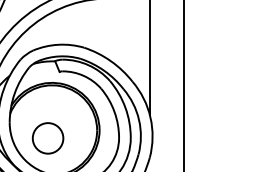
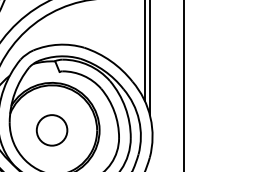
line at (144, 51): none -> present
circle at (47, 138) position: (47, 138) -> (51, 130)
